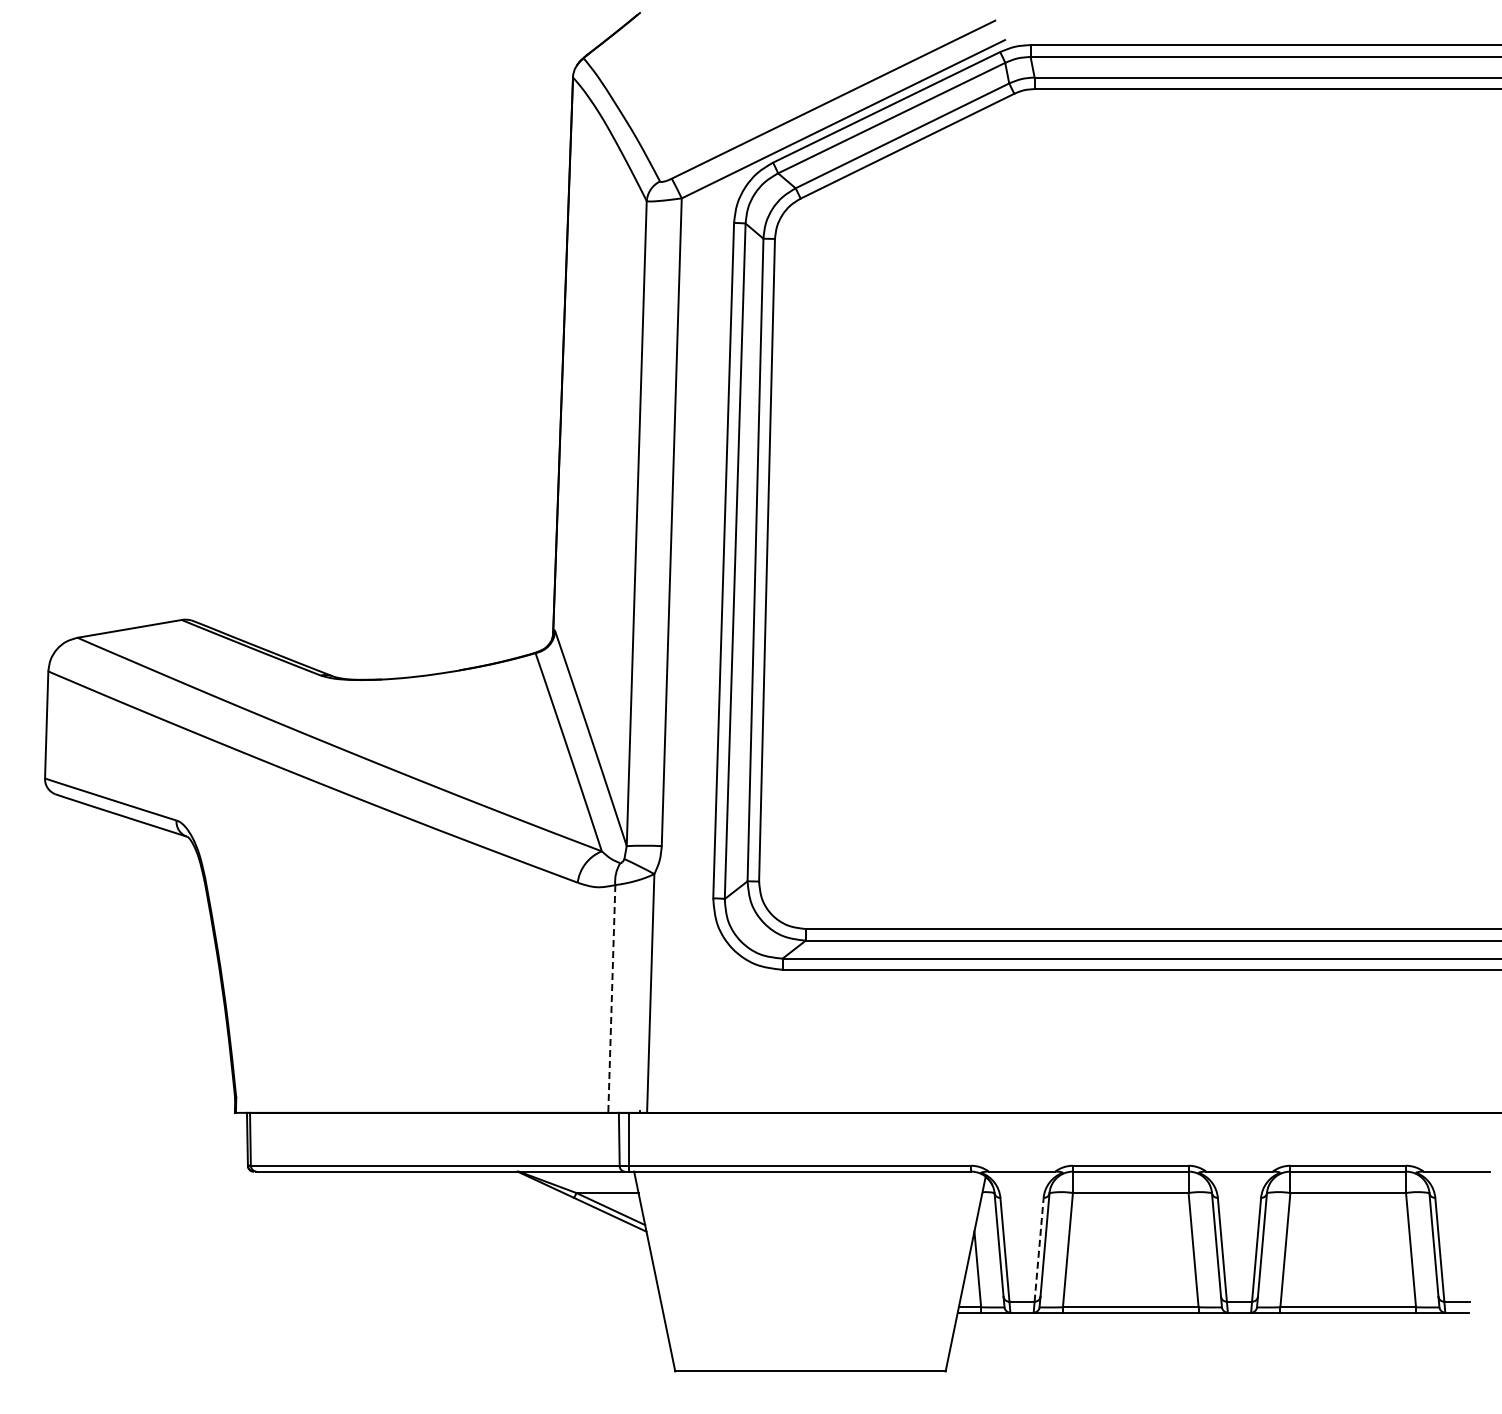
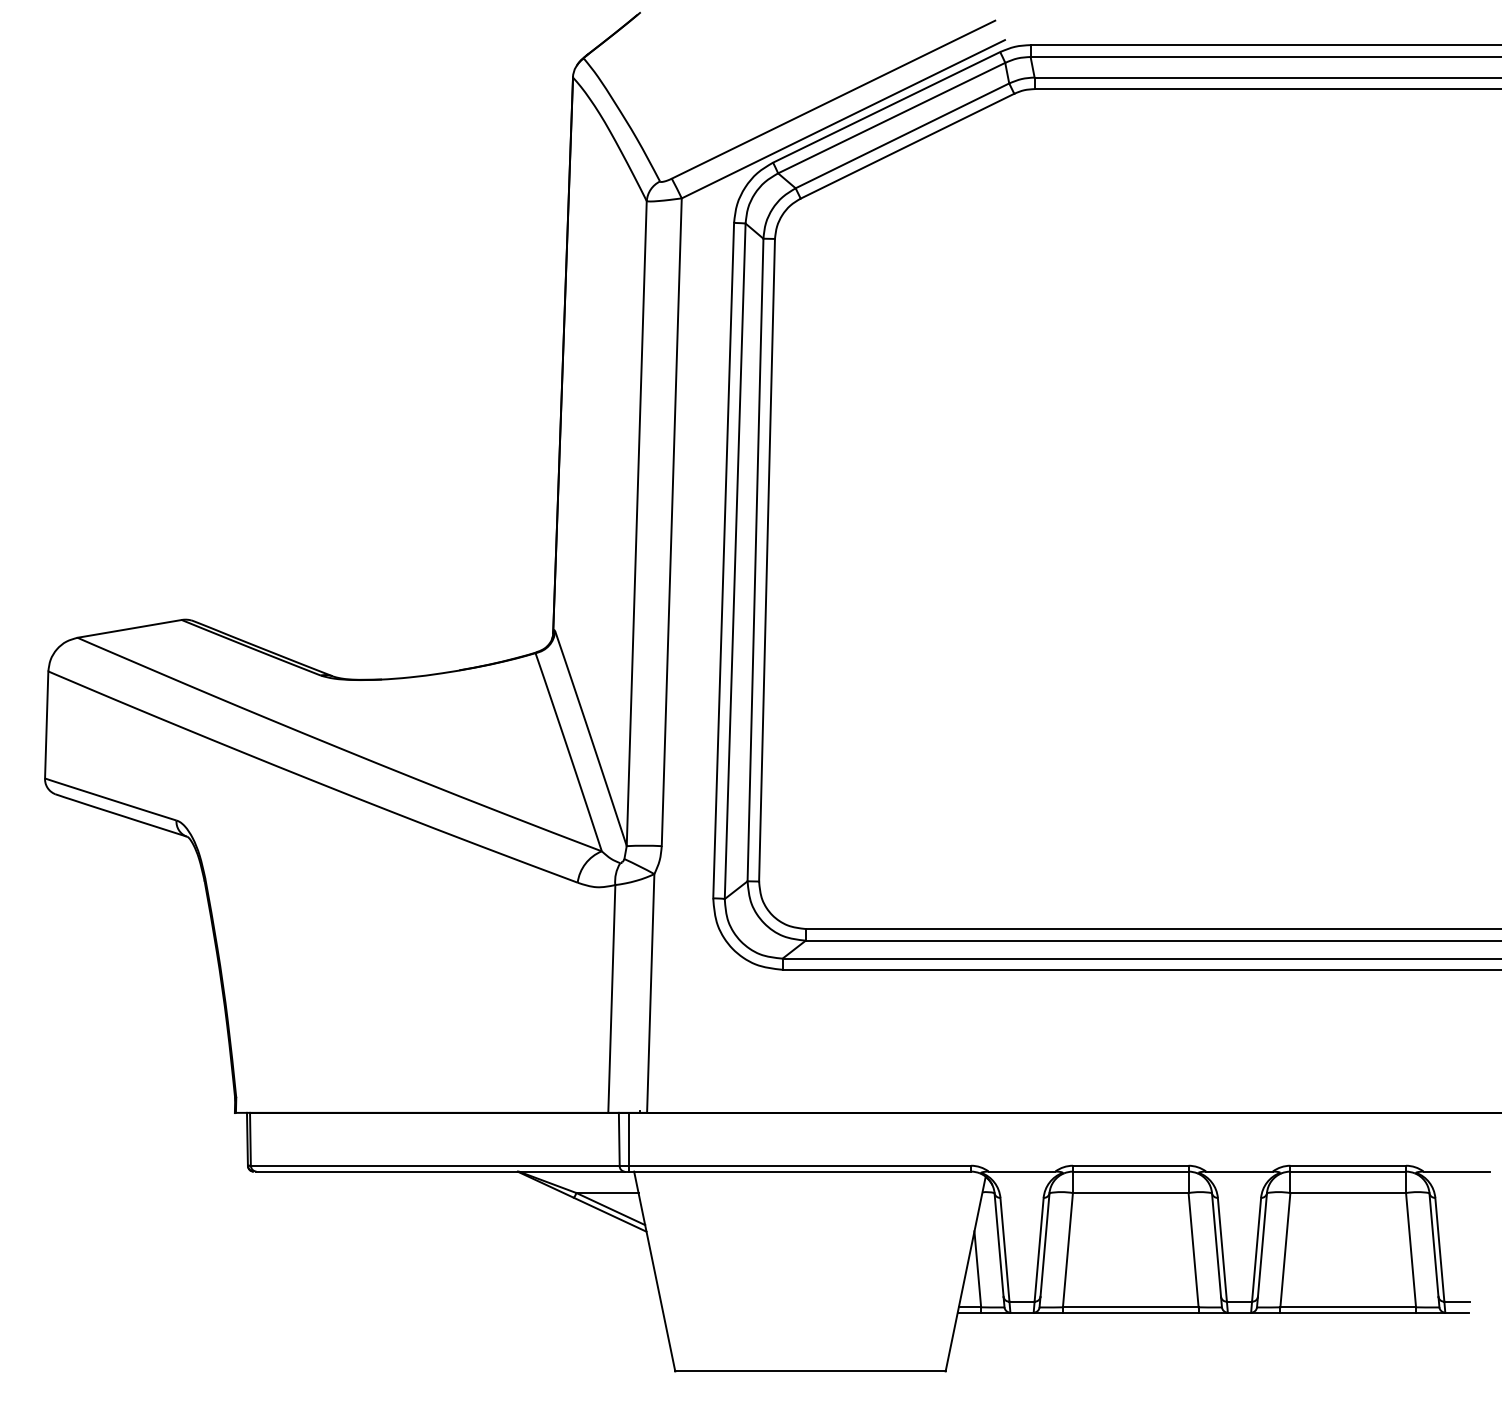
line at (611, 998): dashed -> solid
line at (1039, 1249): dashed -> solid
